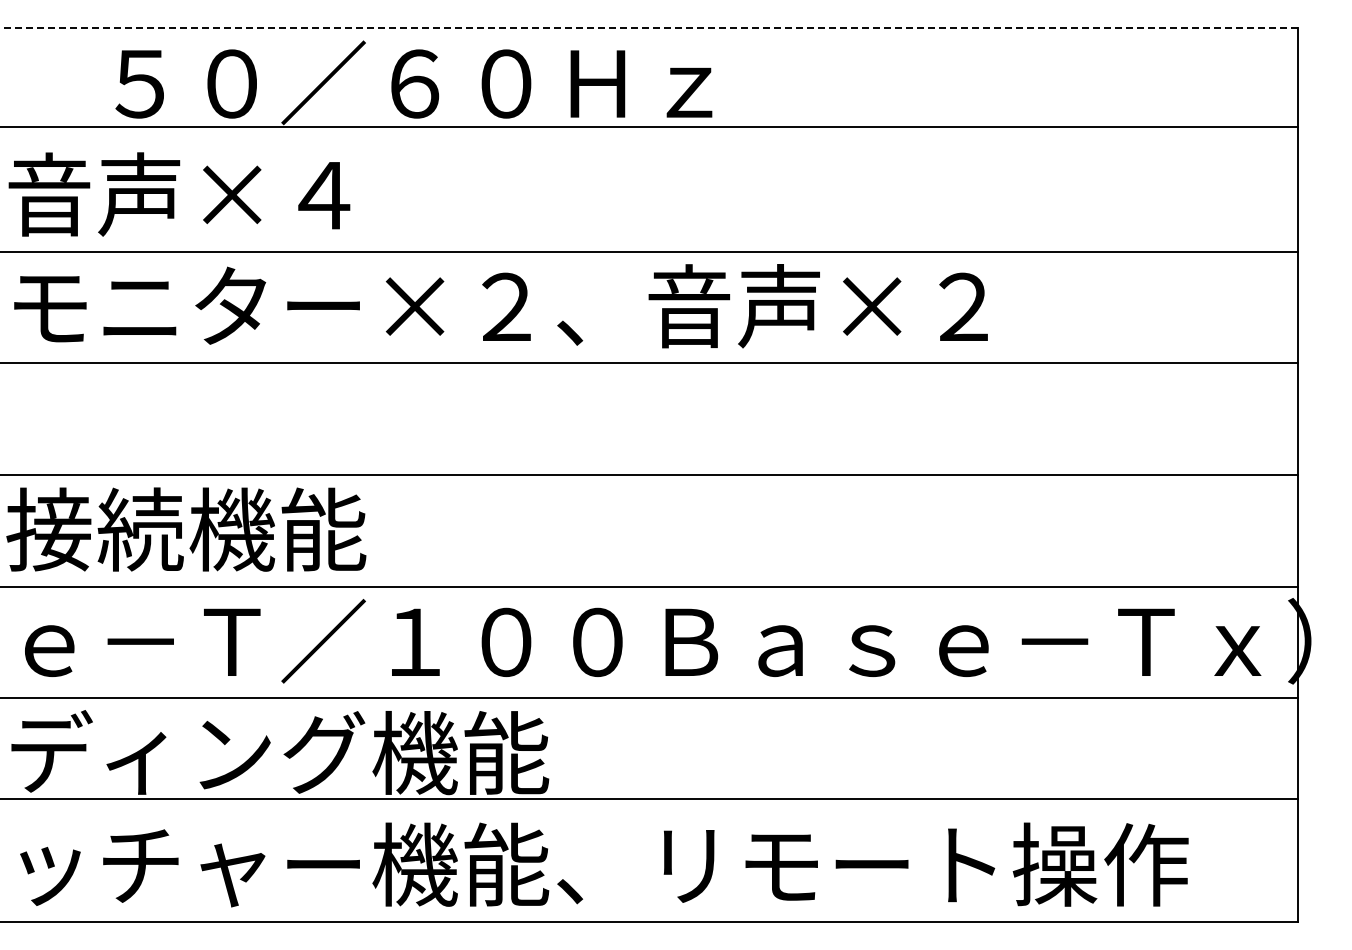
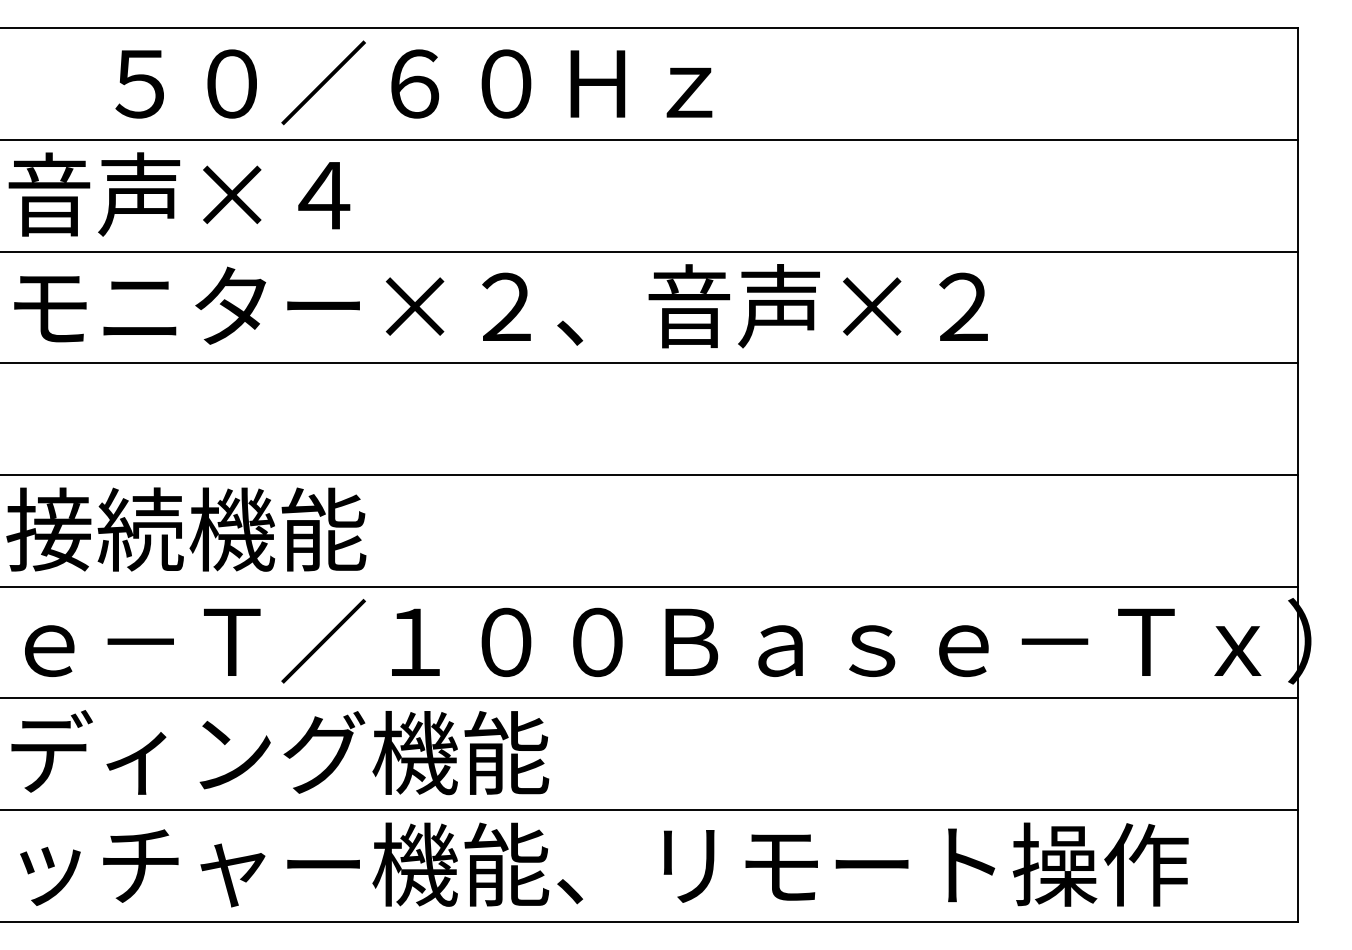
line at (649, 28): dashed -> solid
line at (649, 126) position: (649, 126) -> (649, 139)
line at (649, 799) position: (649, 799) -> (649, 810)
